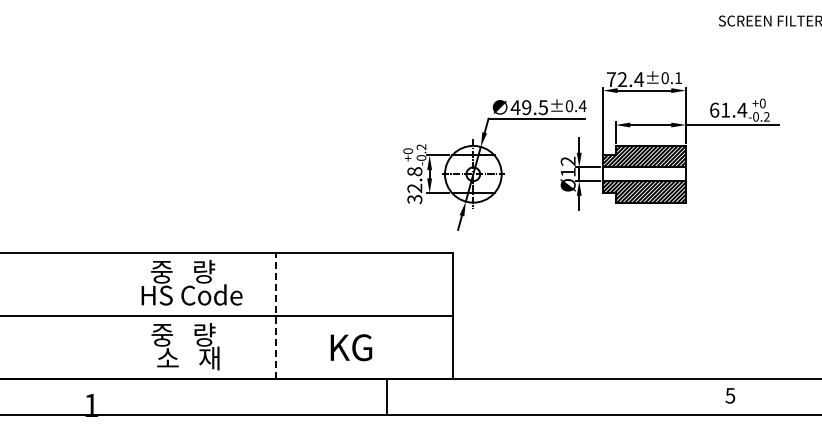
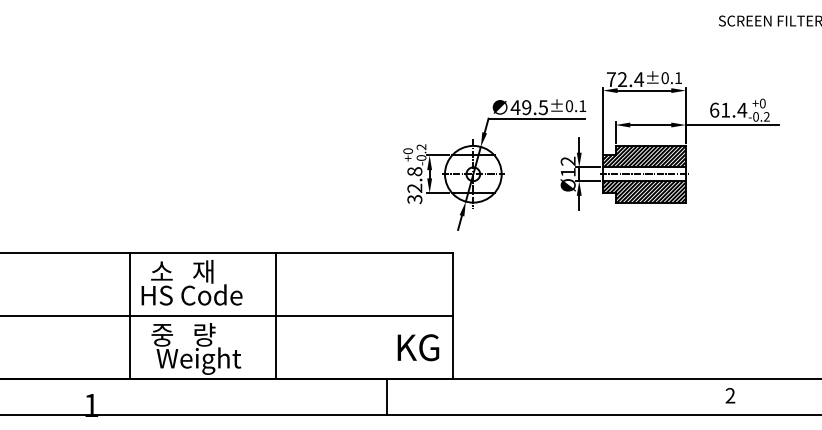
text at (582, 105): ±0.4 -> ±0.1
line at (644, 174): none -> present
text at (183, 271): 중   량 -> 소   재
line at (276, 315): dashed -> solid
line at (129, 316): none -> present
text at (351, 347) position: (351, 347) -> (418, 347)
text at (198, 360): 소   재 -> Weight
text at (730, 395): 5 -> 2
